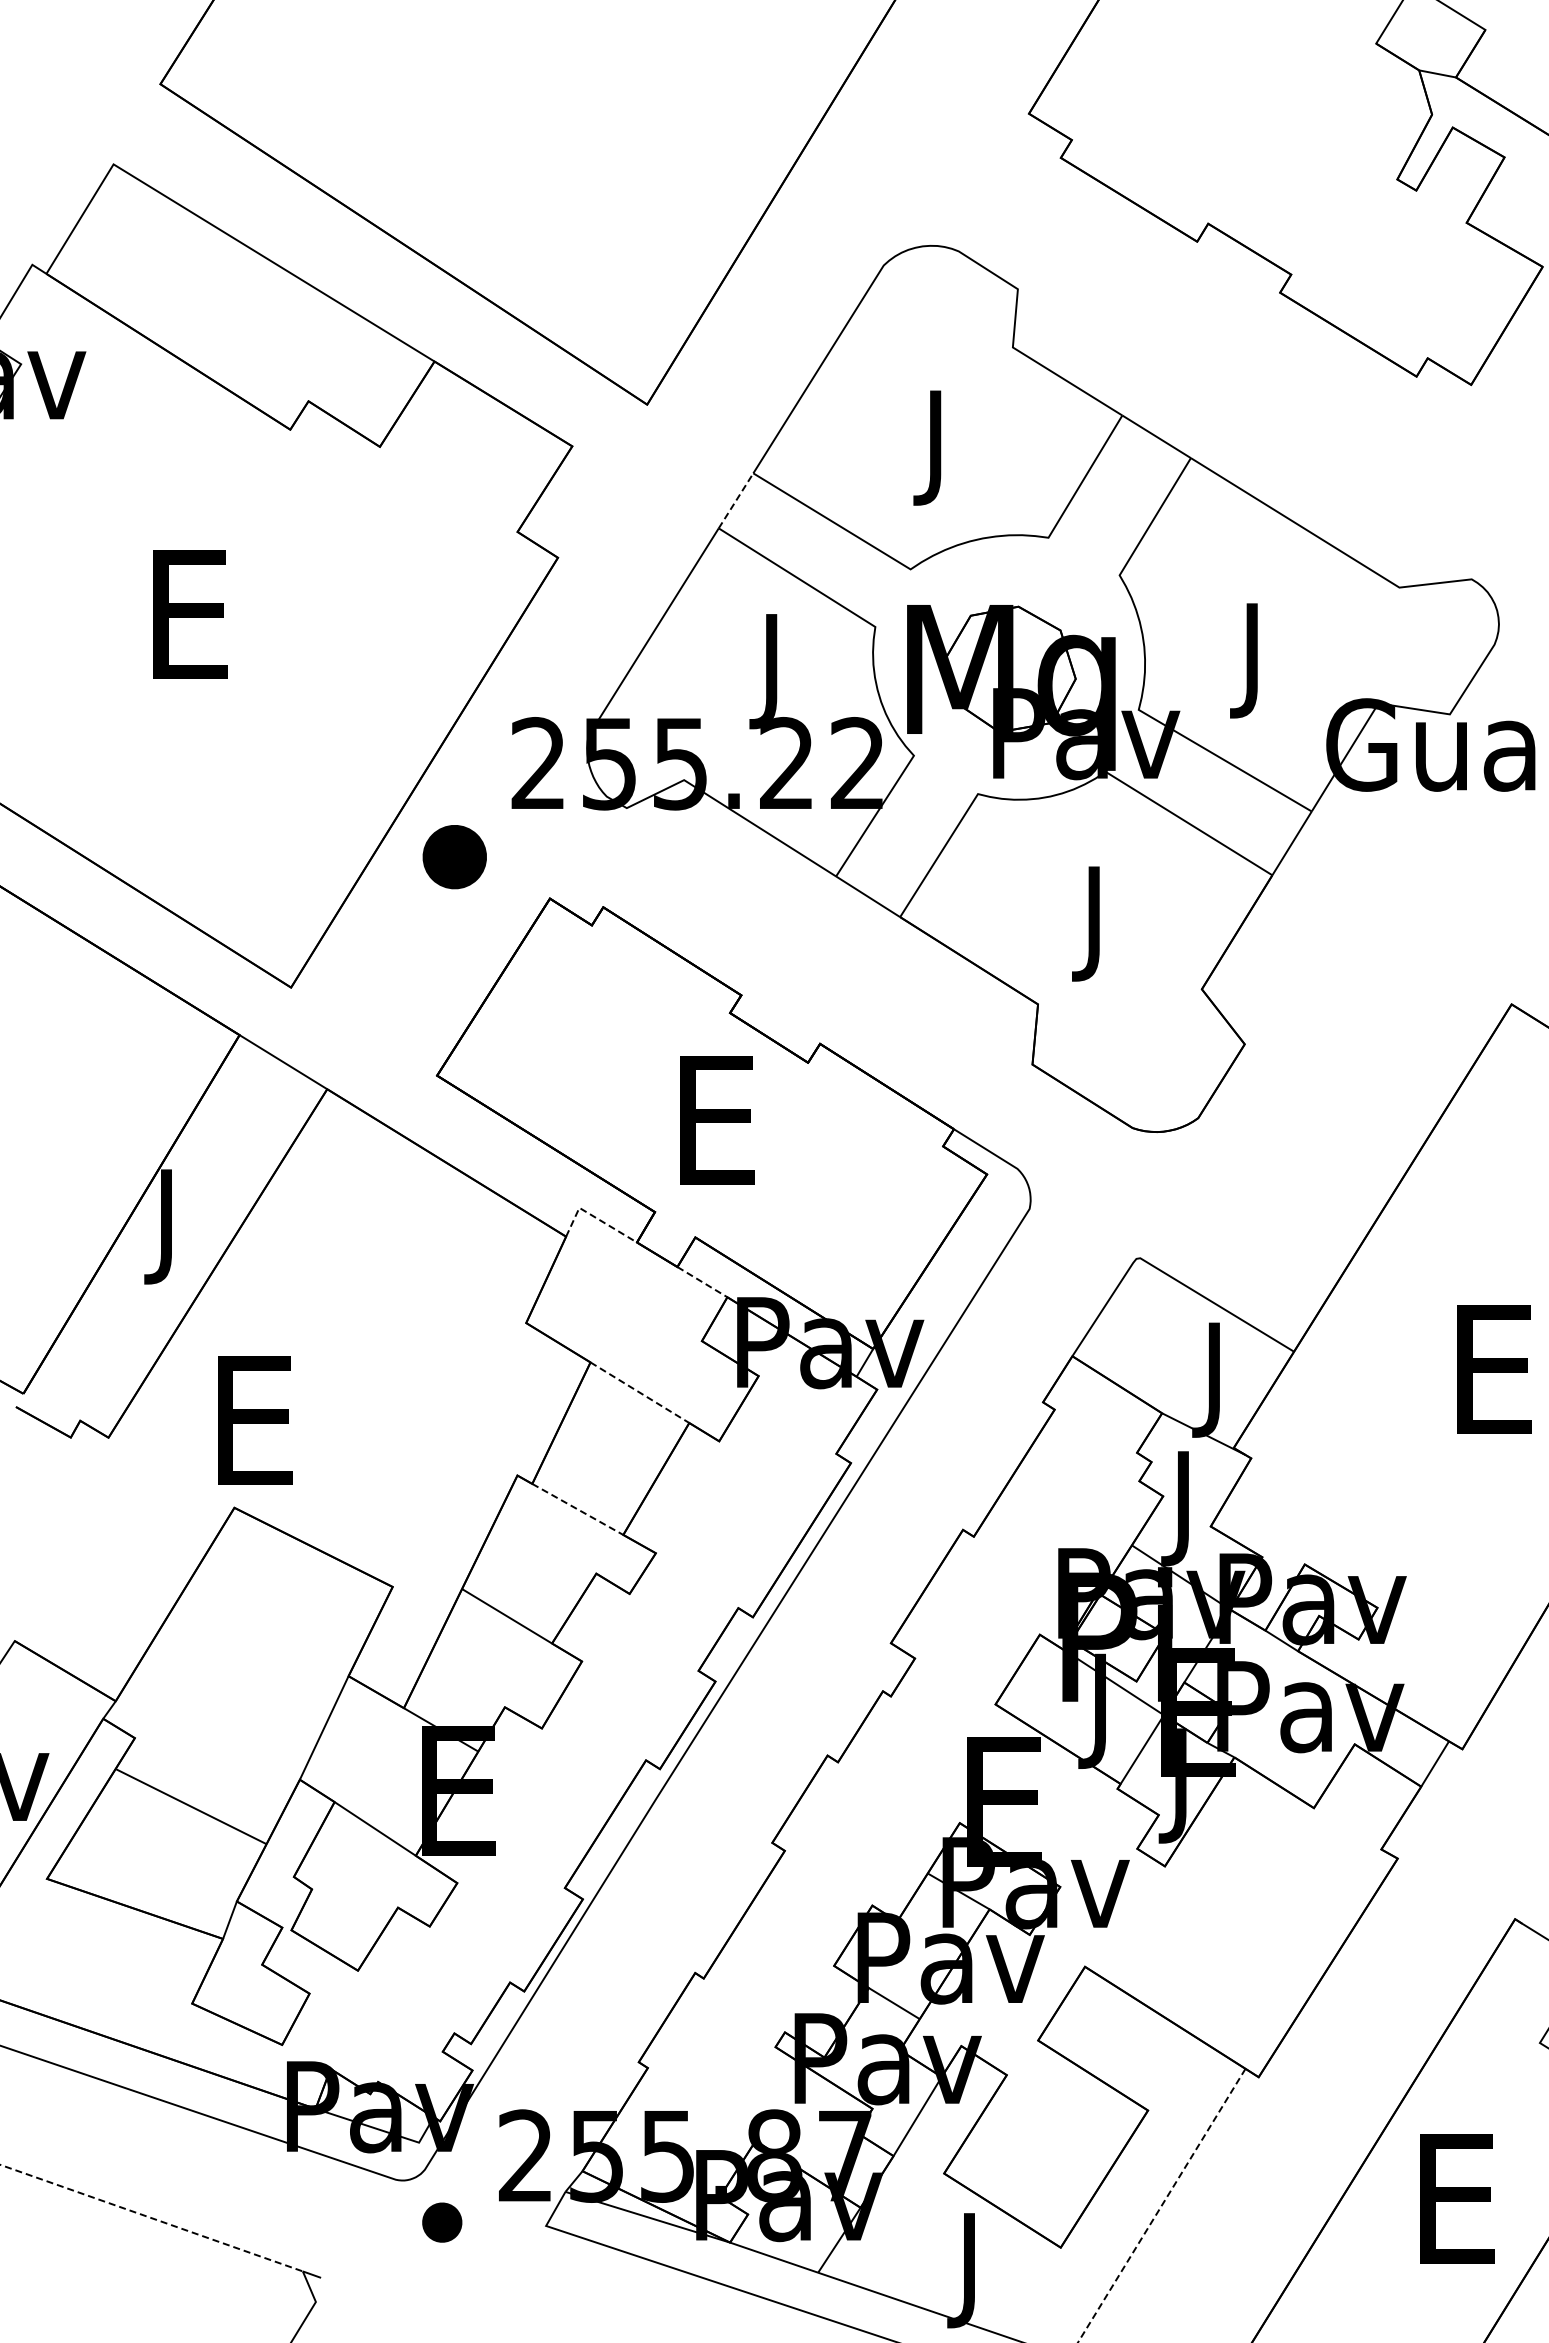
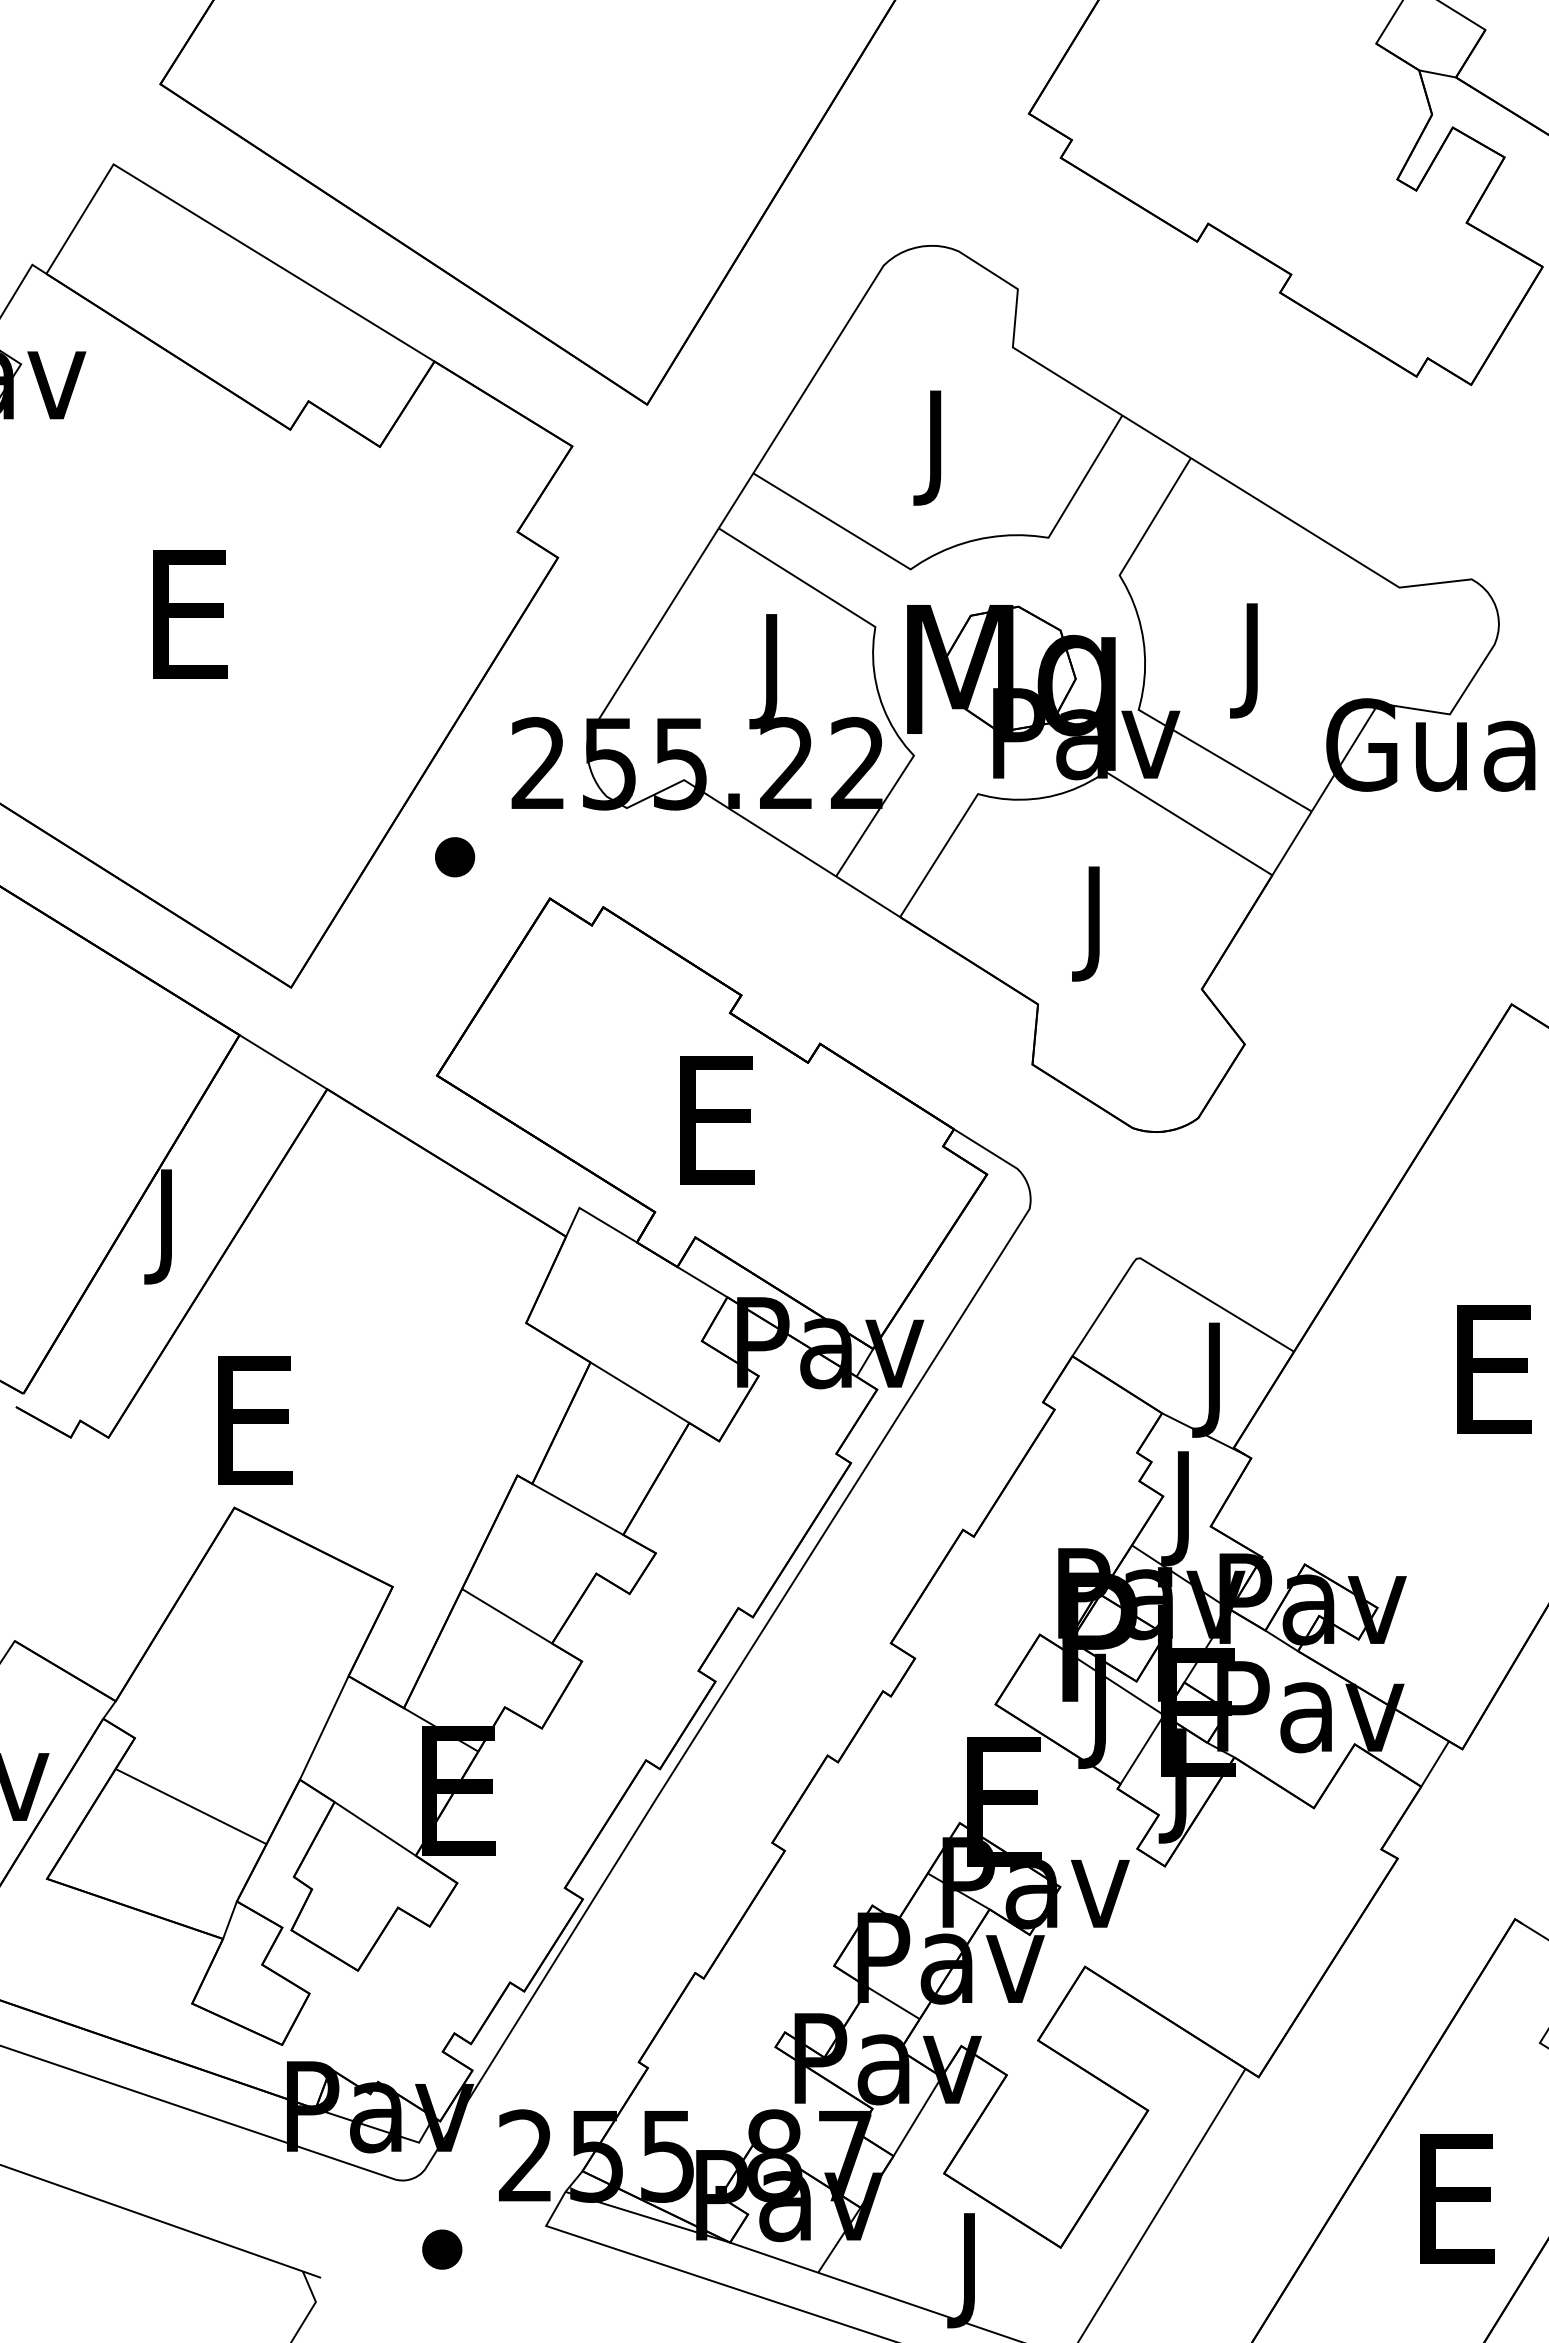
line at (736, 500): dashed -> solid
part at (454, 857) size: 65x65 px -> 41x41 px
line at (594, 1217): dashed -> solid
line at (702, 1282): dashed -> solid
line at (639, 1392): dashed -> solid
line at (578, 1509): dashed -> solid
line at (1161, 2205): dashed -> solid
line at (152, 2218): dashed -> solid
part at (442, 2222) position: (442, 2222) -> (442, 2249)
